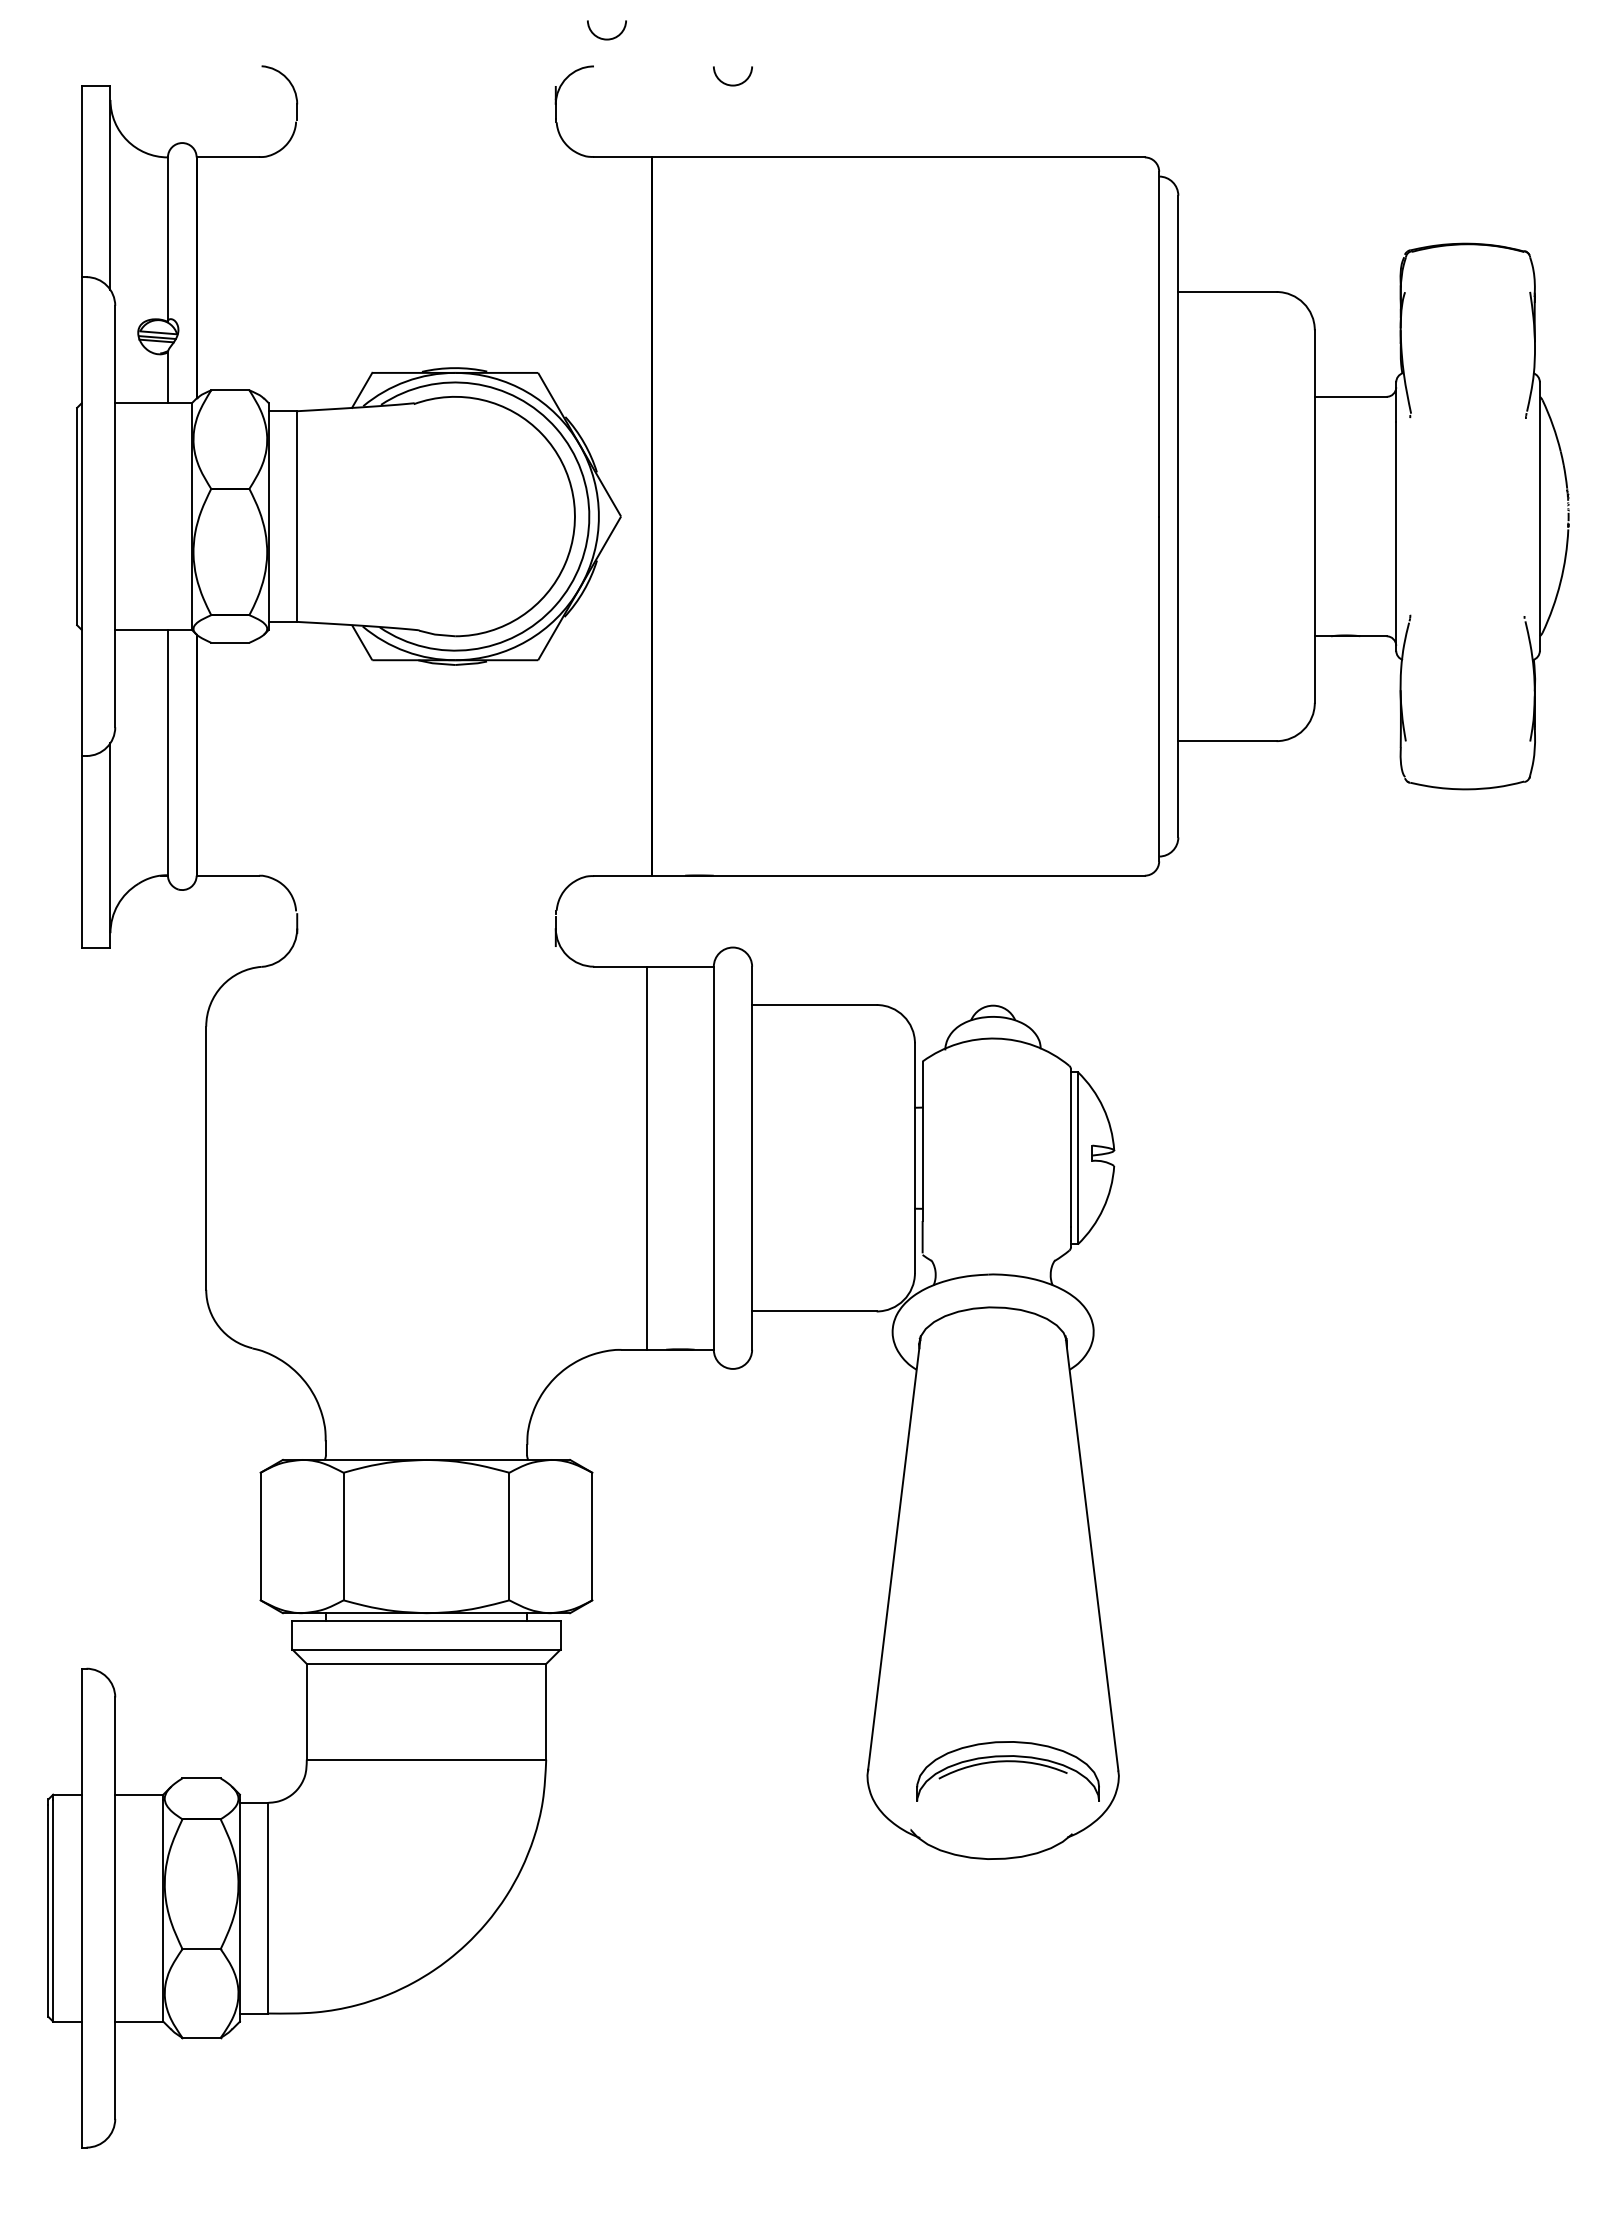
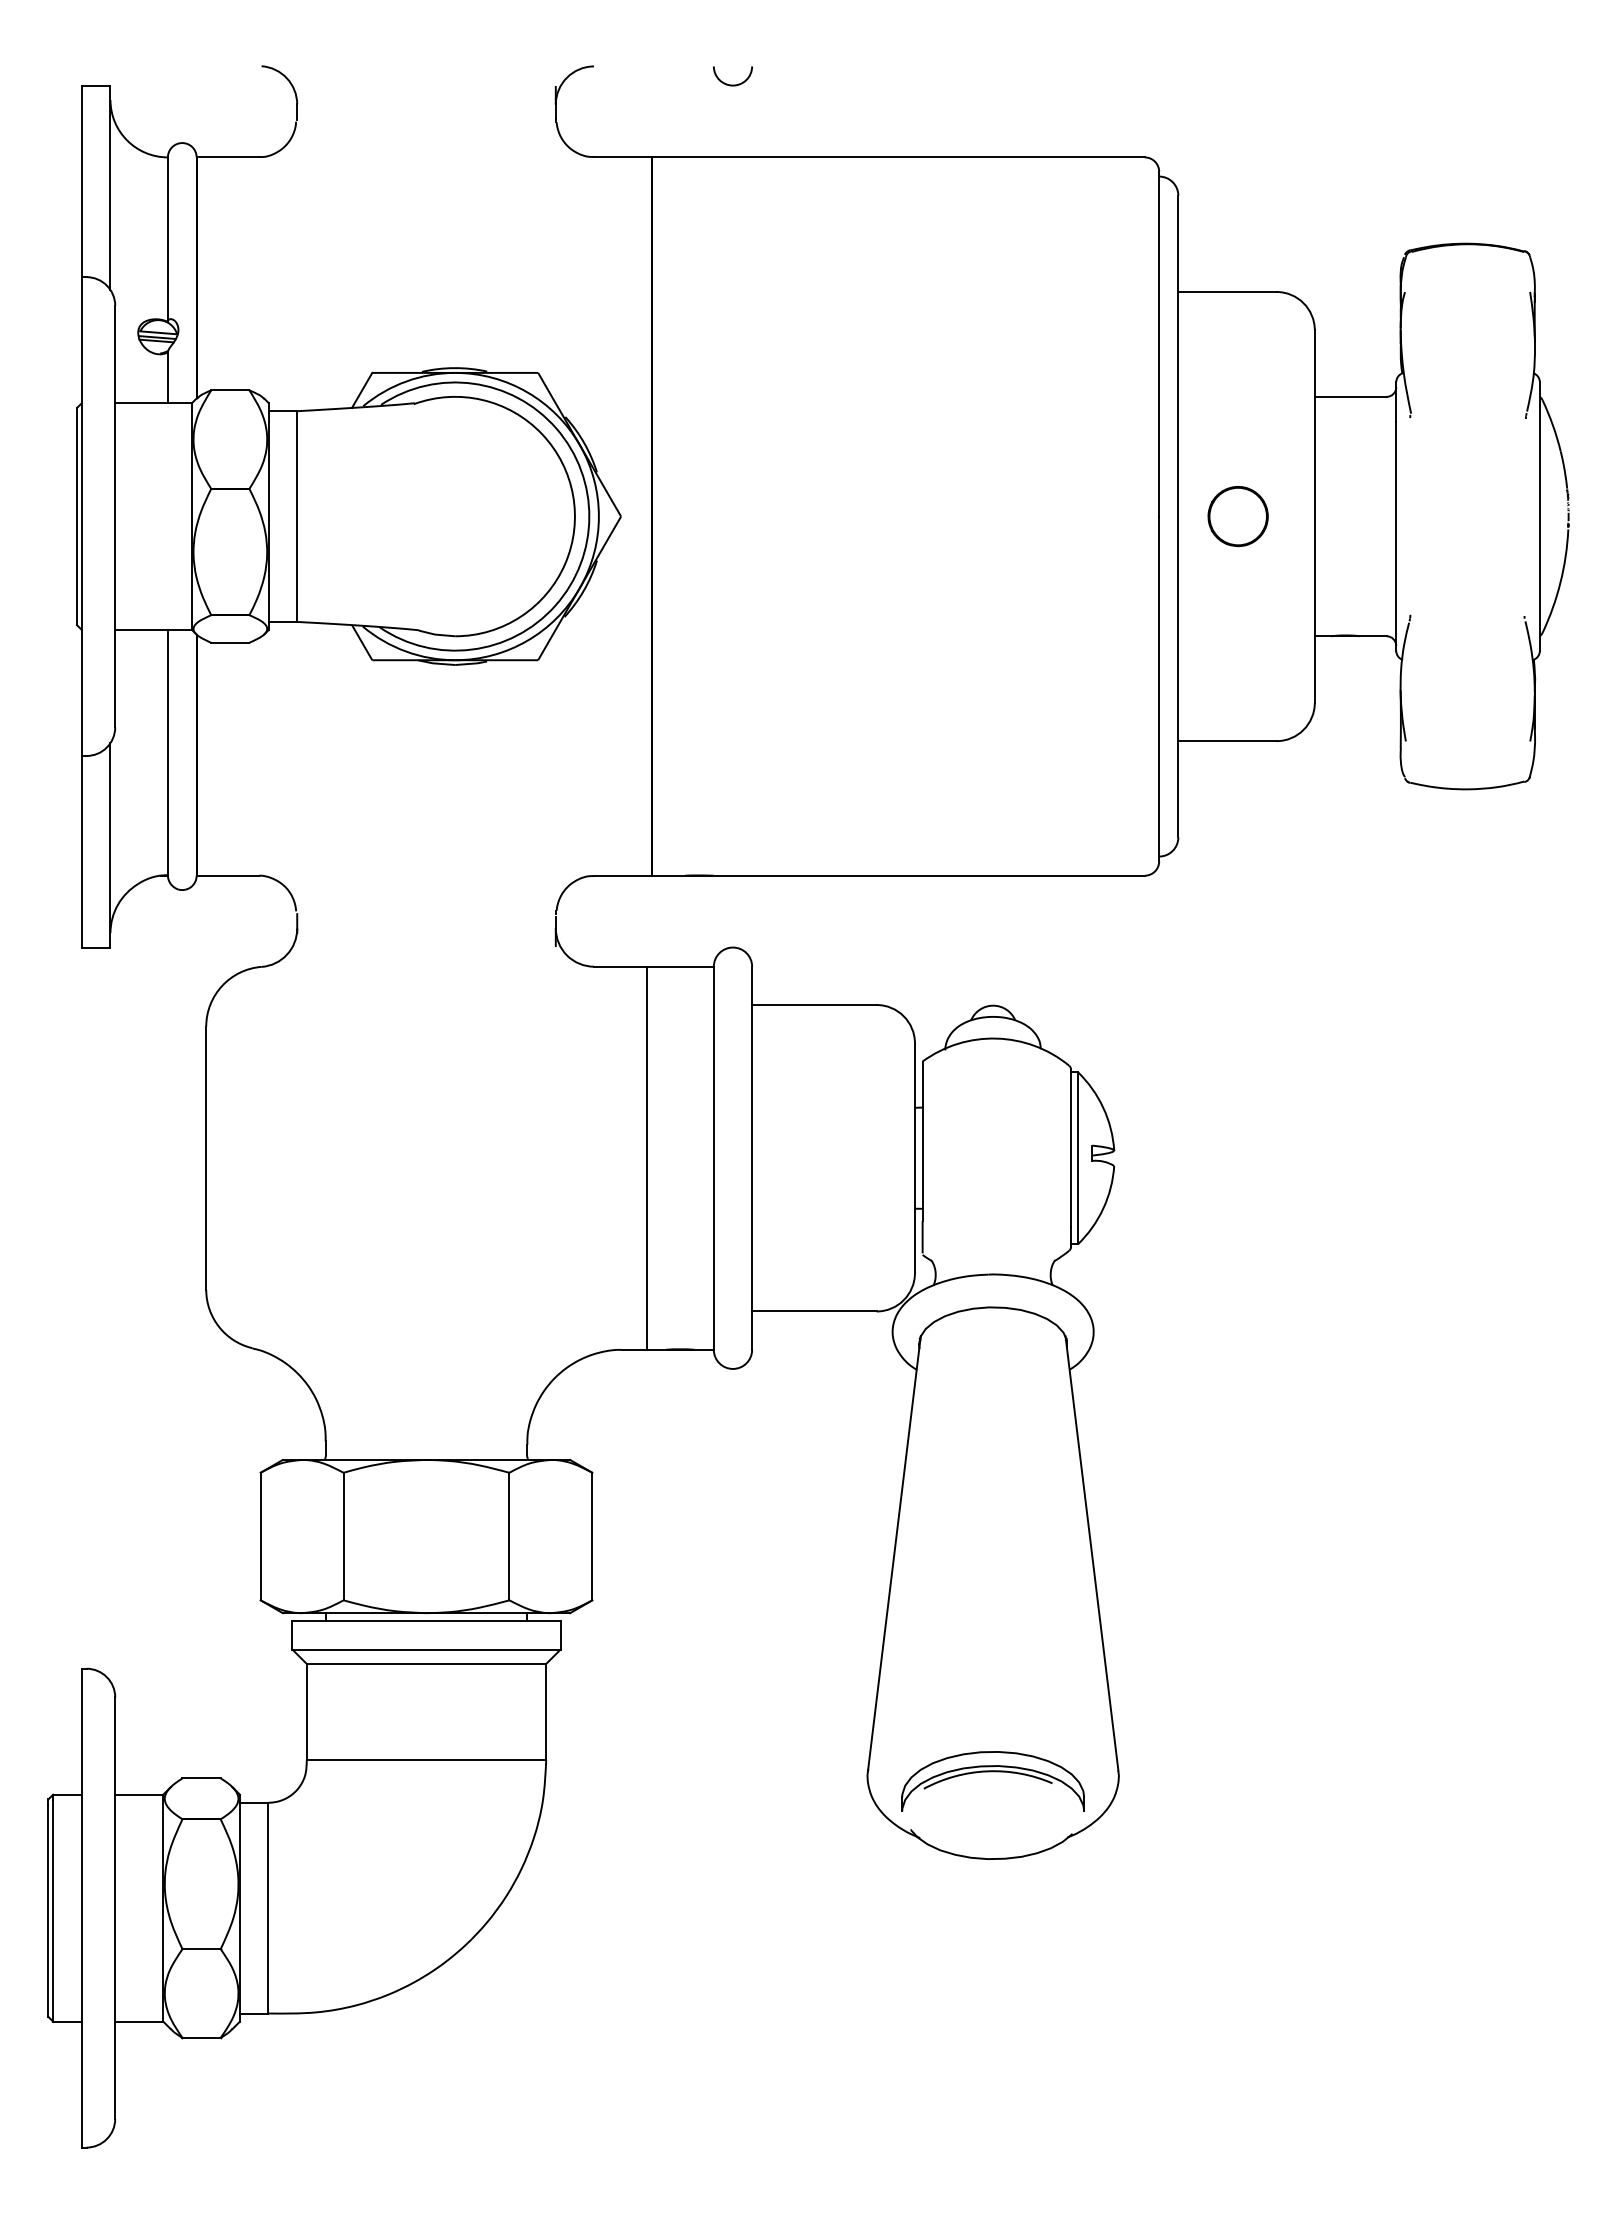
arc at (606, 38): present -> none
part at (1237, 516): none -> present
part at (1007, 1762) position: (1007, 1762) -> (992, 1772)
